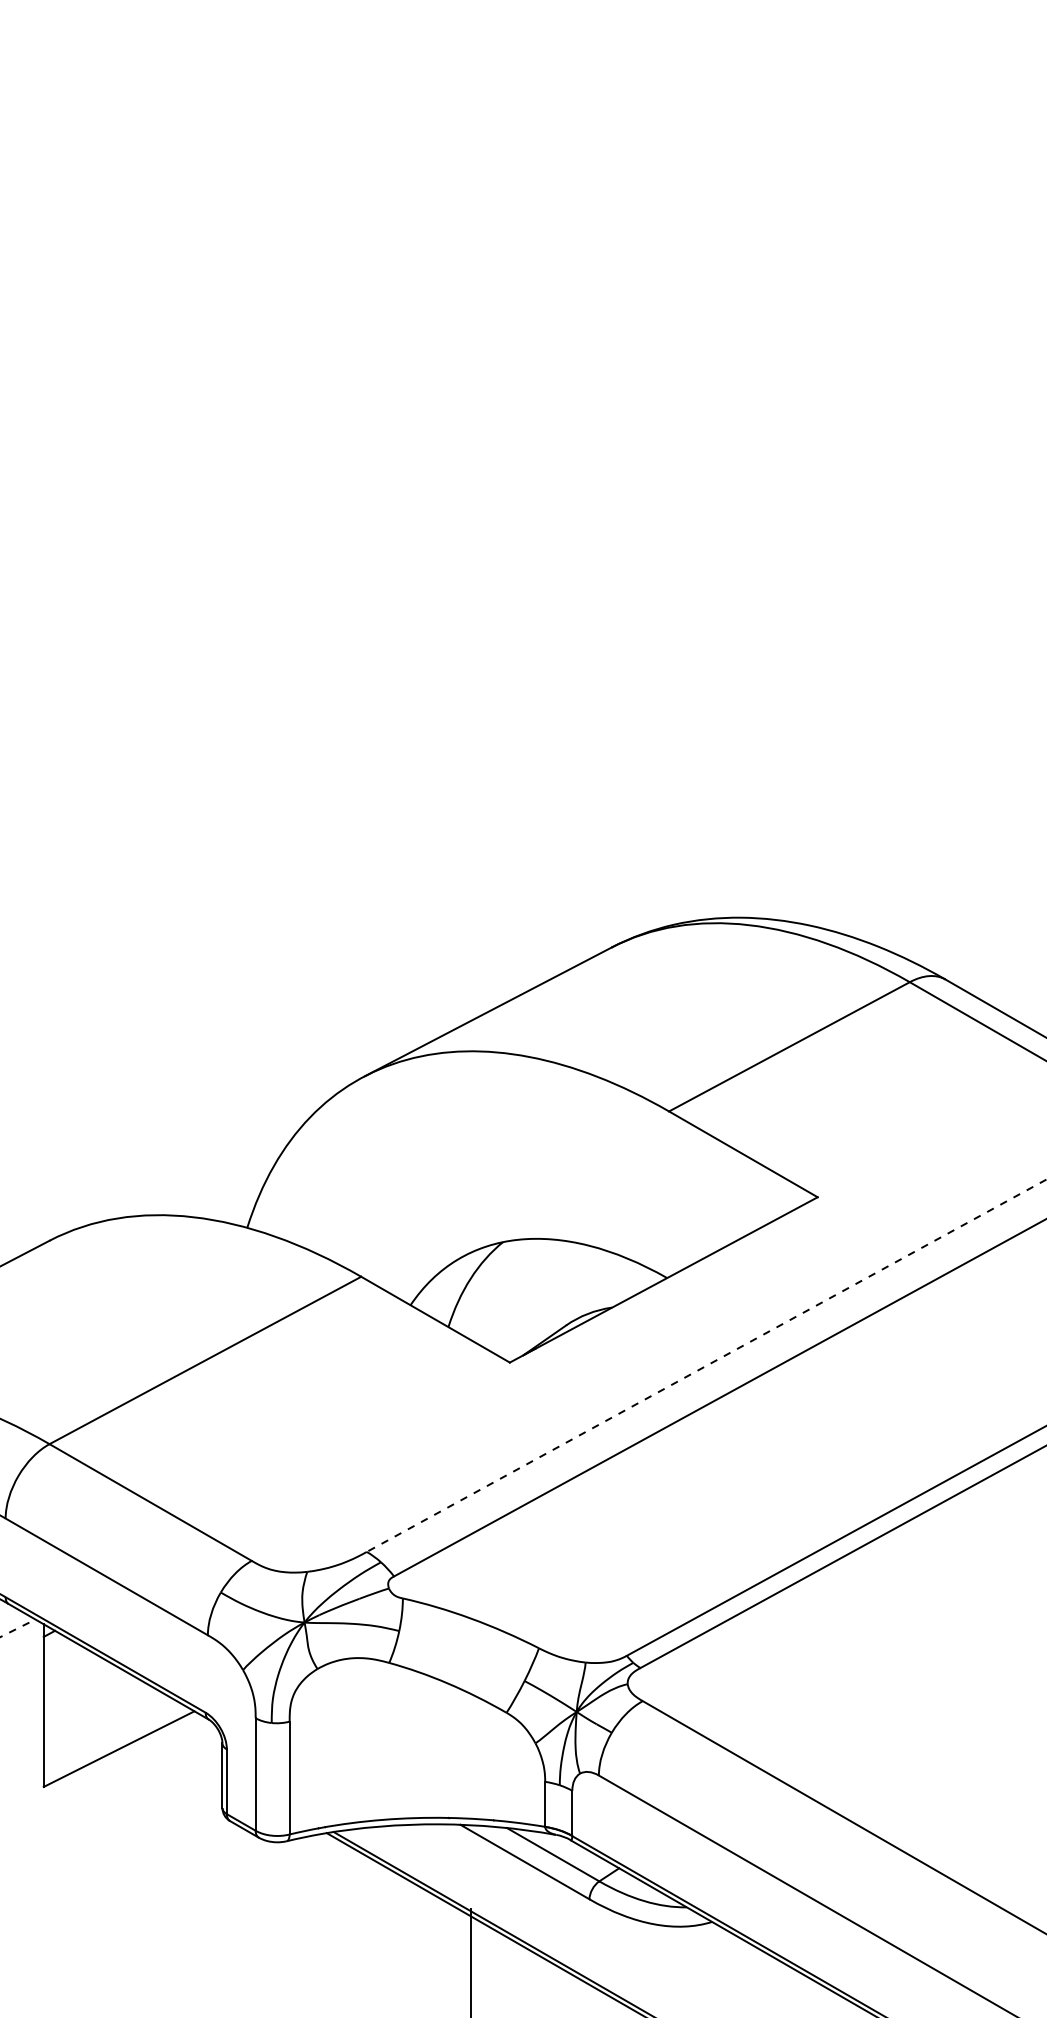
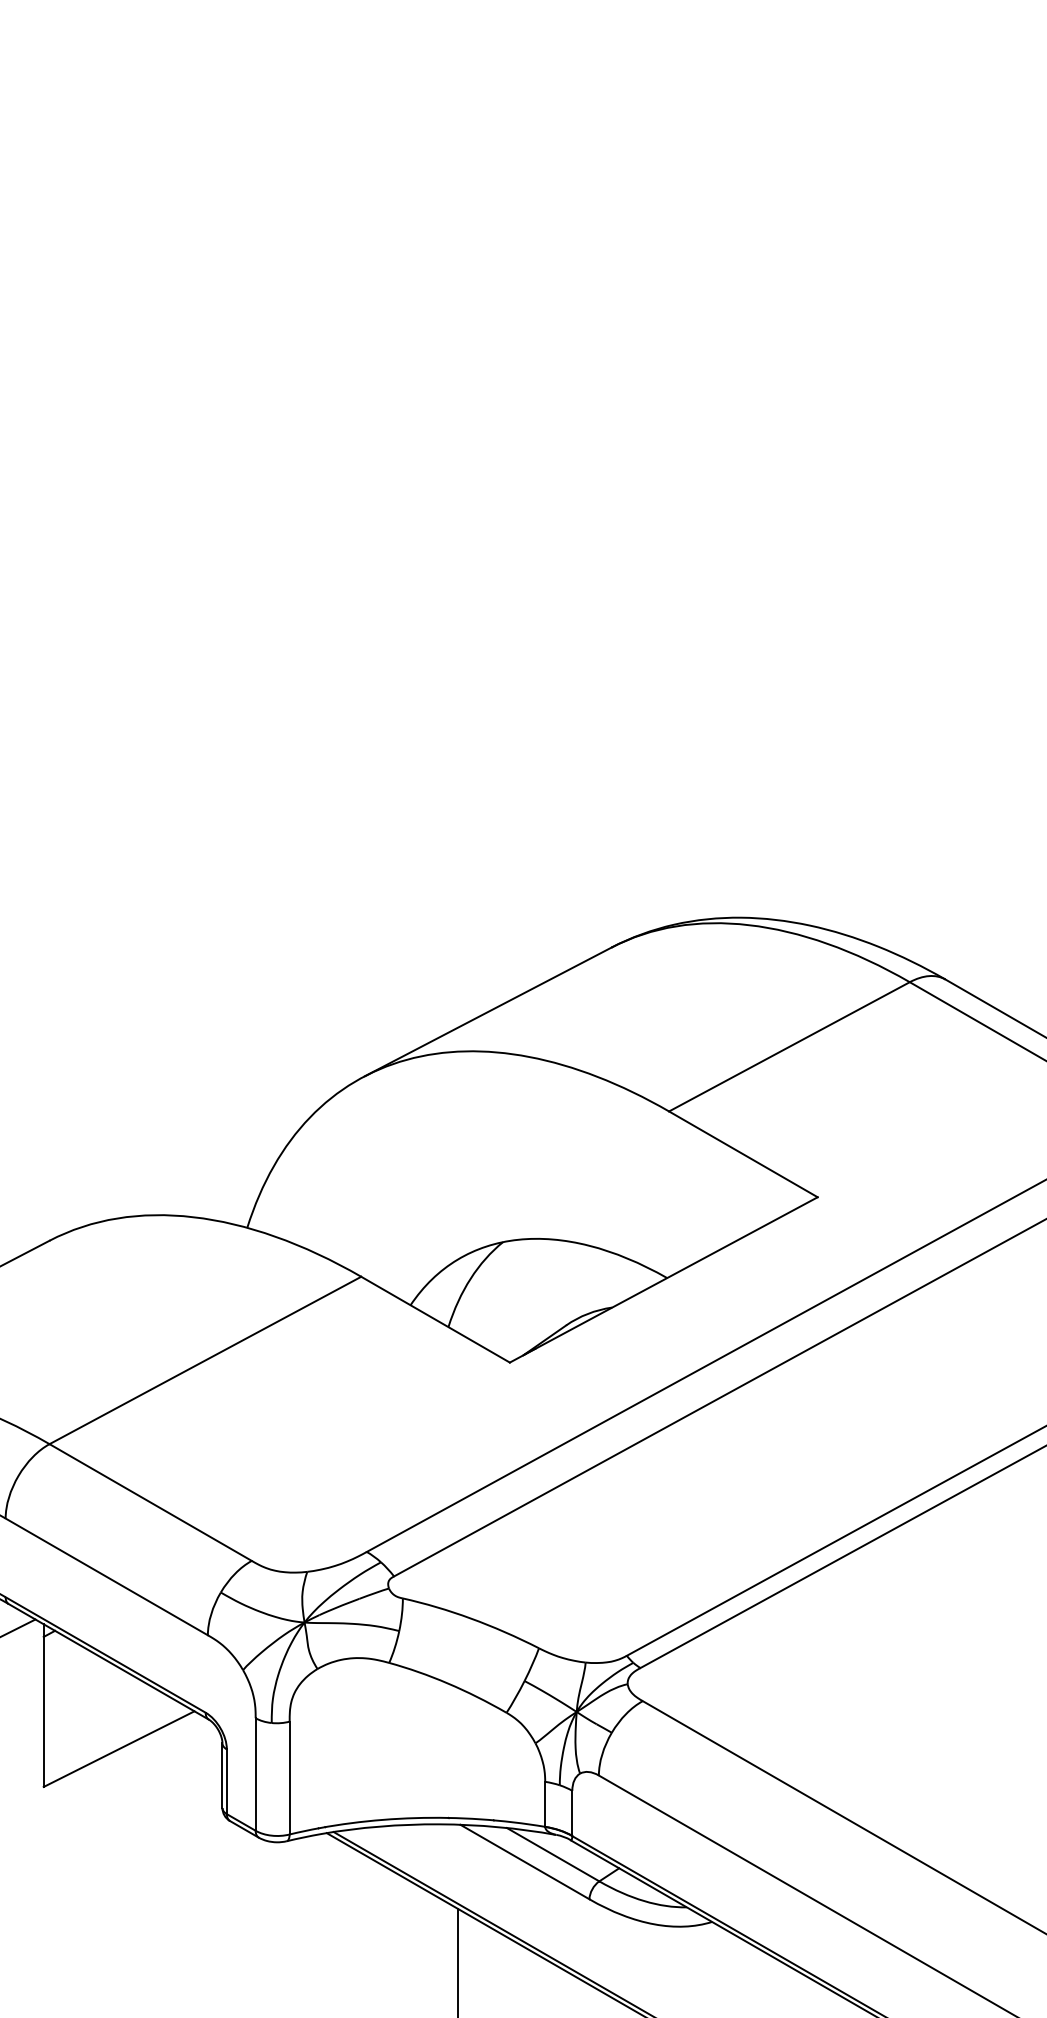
line at (706, 1365): dashed -> solid
line at (18, 1628): dashed -> solid
line at (471, 1961) position: (471, 1961) -> (458, 1961)
